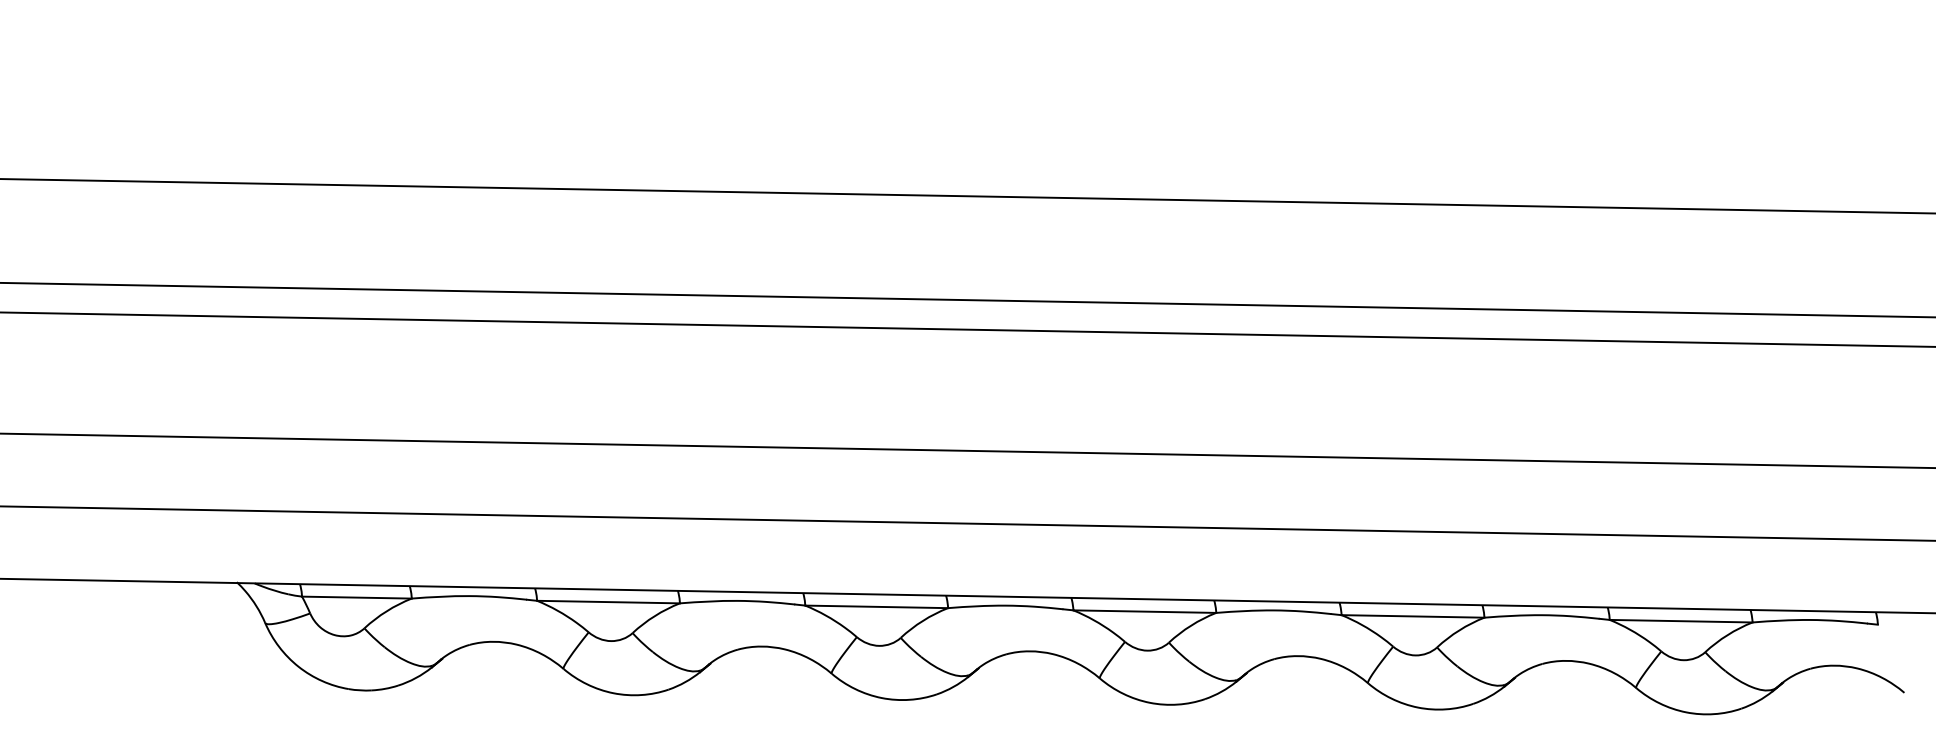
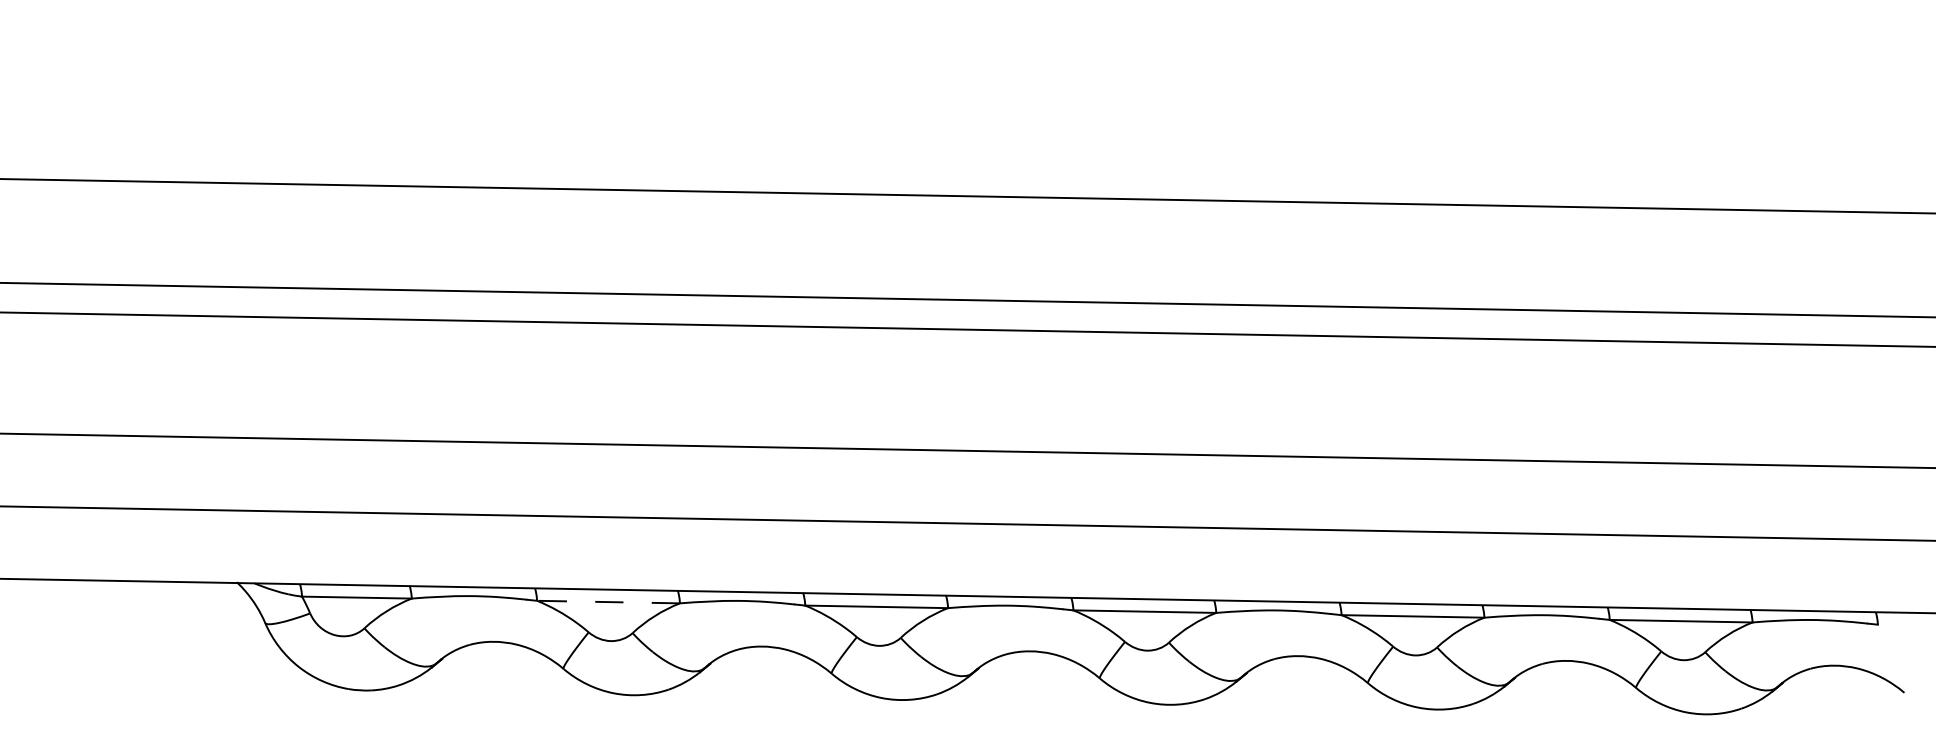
line at (608, 602): solid -> dashed
